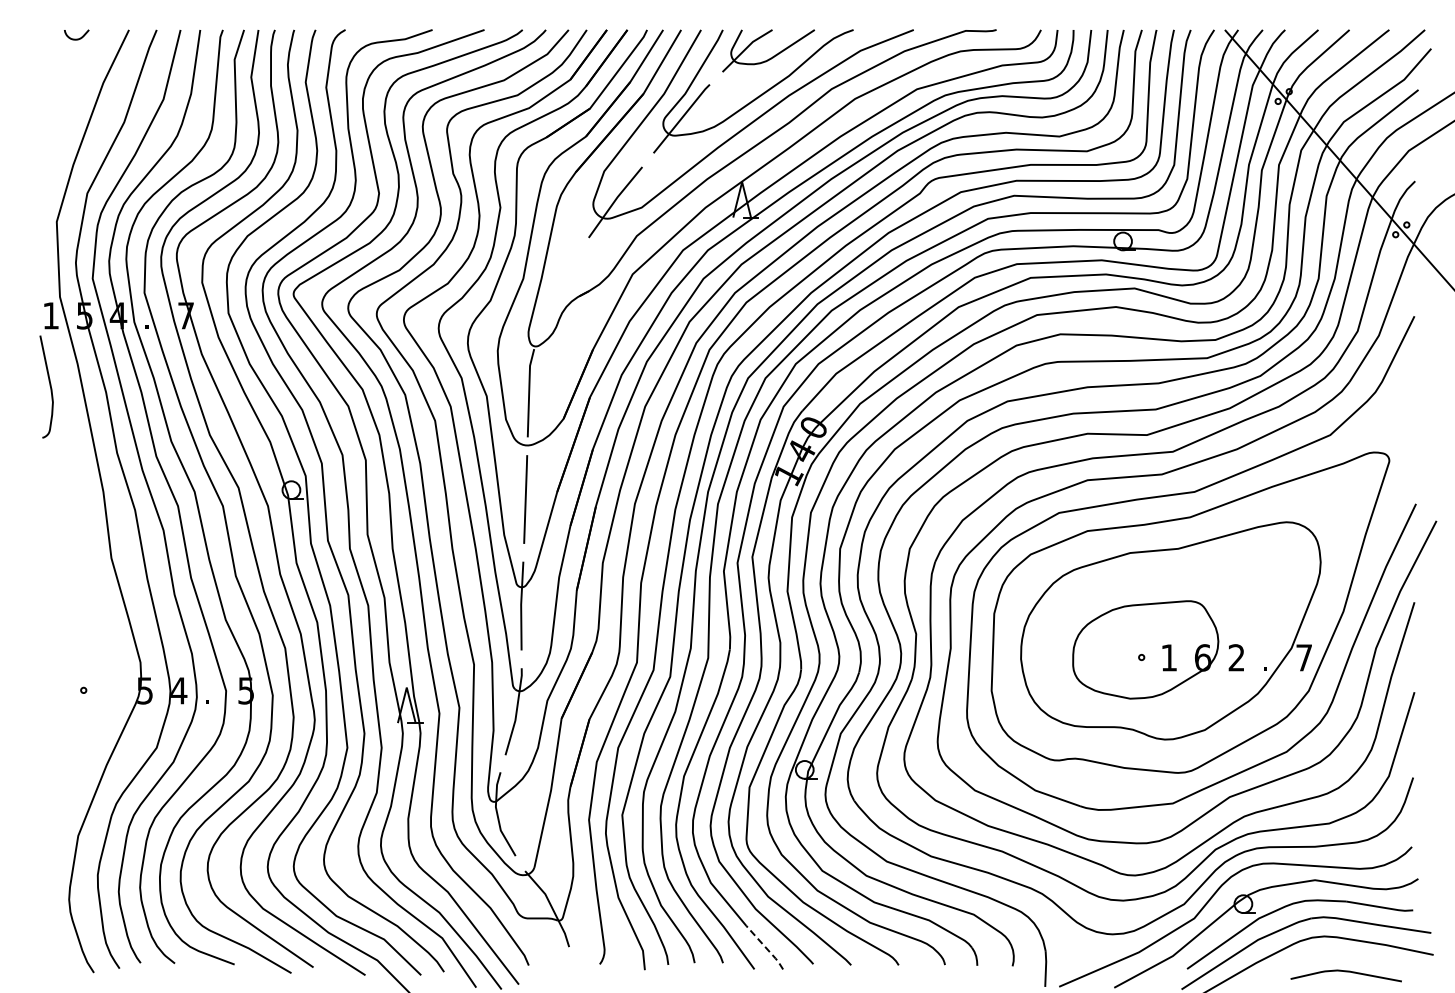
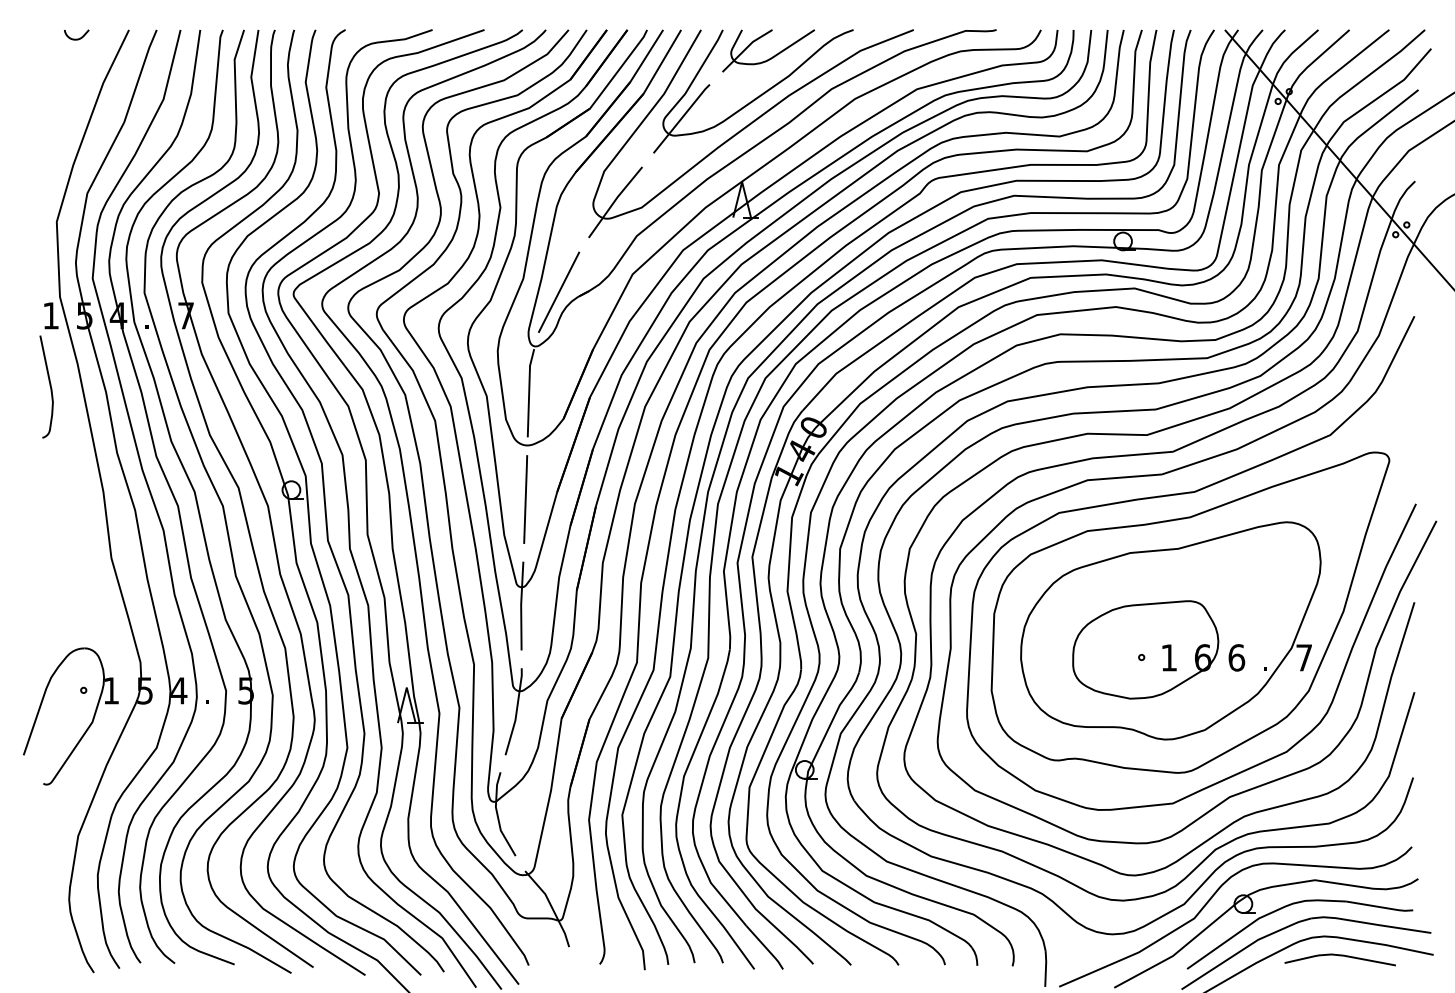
line at (559, 291): none -> present
text at (1236, 657): 2 -> 6
part at (87, 727): none -> present
line at (766, 948): dashed -> solid
curve at (1345, 972) position: (1345, 972) -> (1339, 956)
